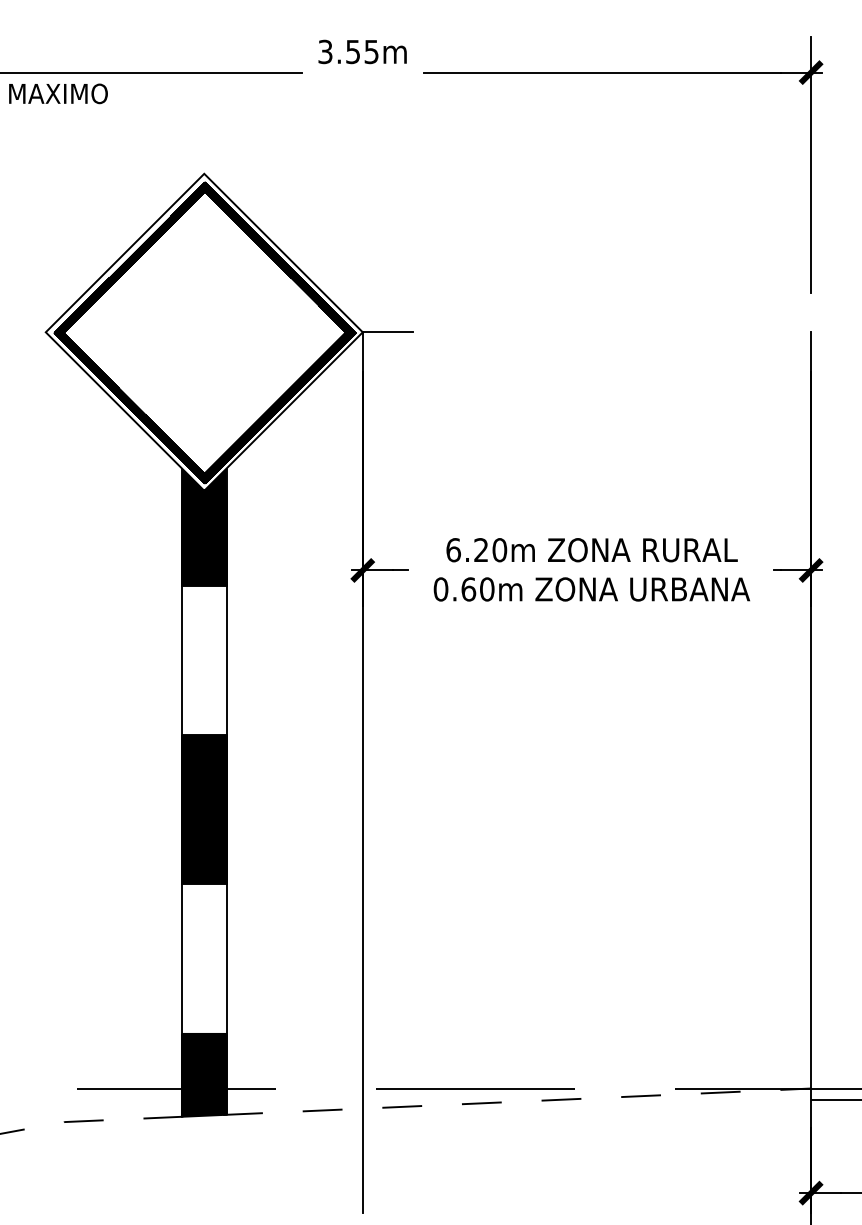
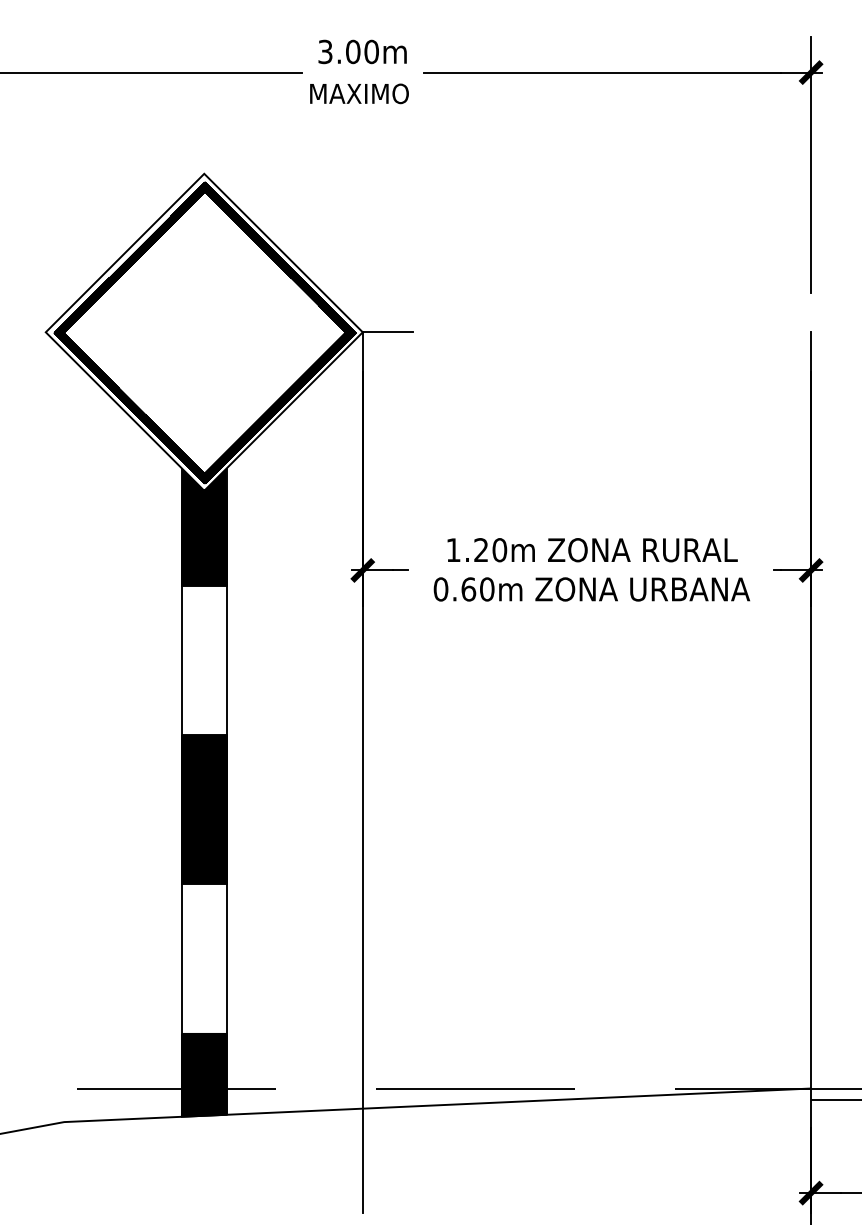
text at (362, 51): 3.55m -> 3.00m
text at (58, 93) position: (58, 93) -> (359, 93)
text at (453, 550): 6.20m -> 1.20m
line at (404, 1106): dashed -> solid
